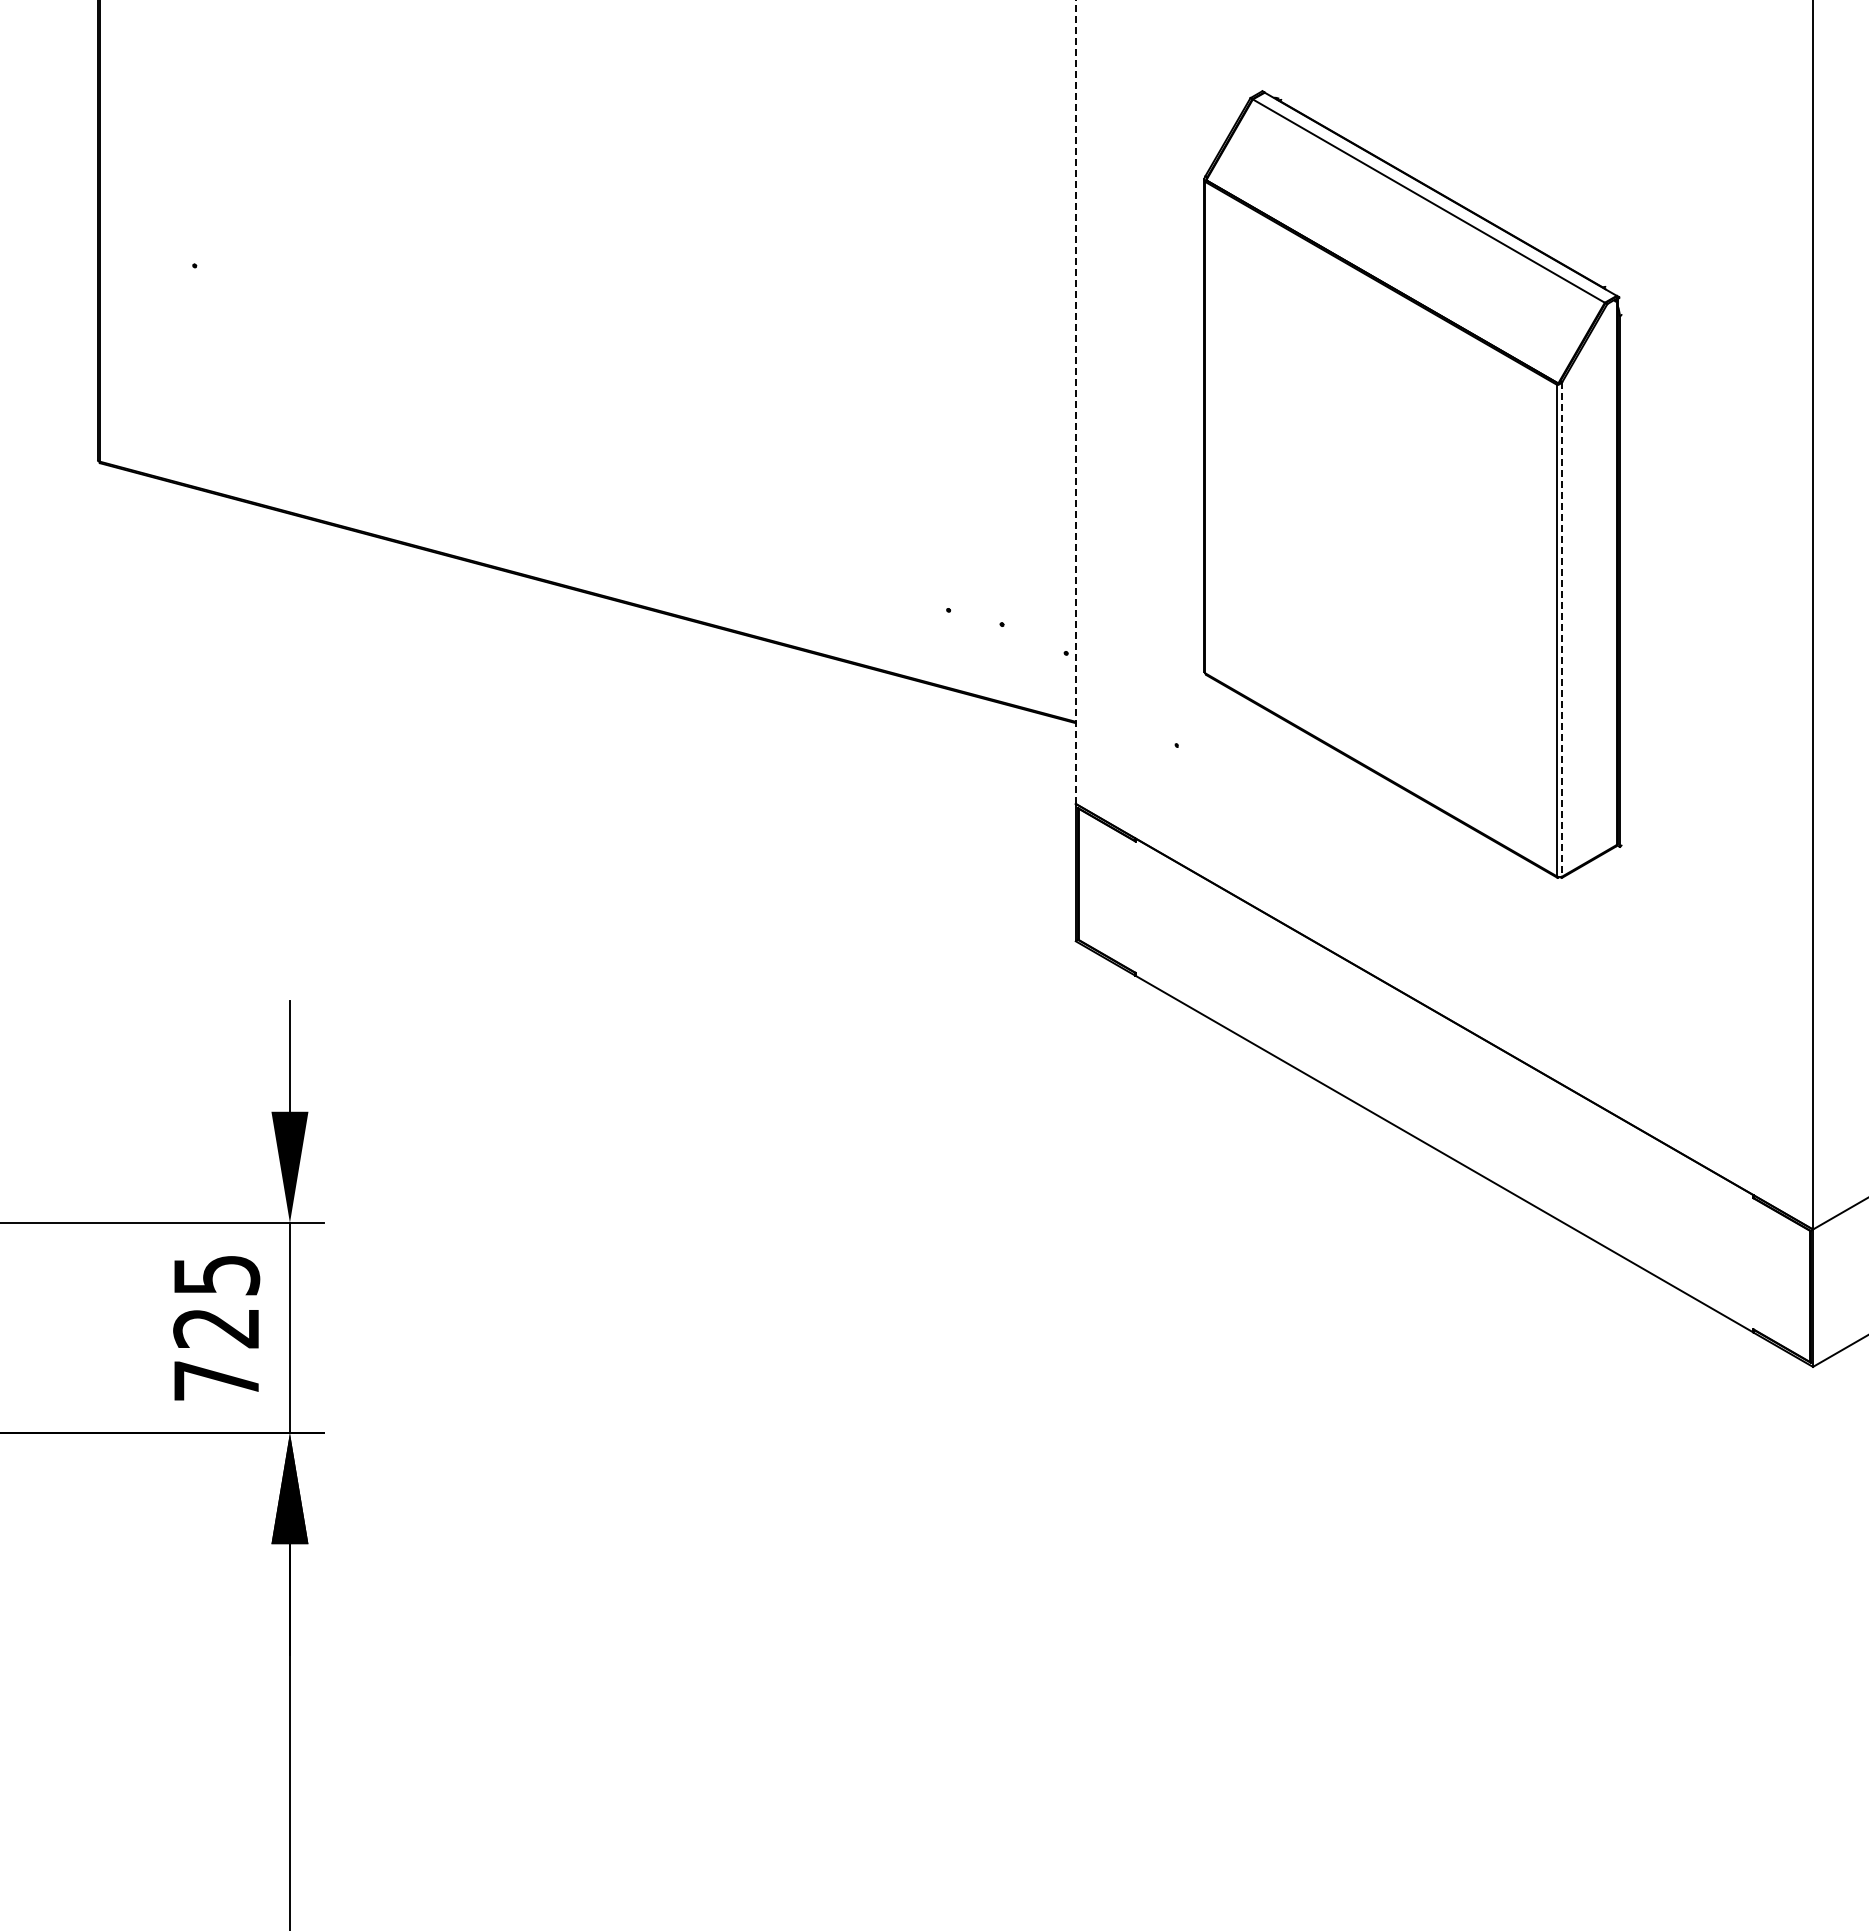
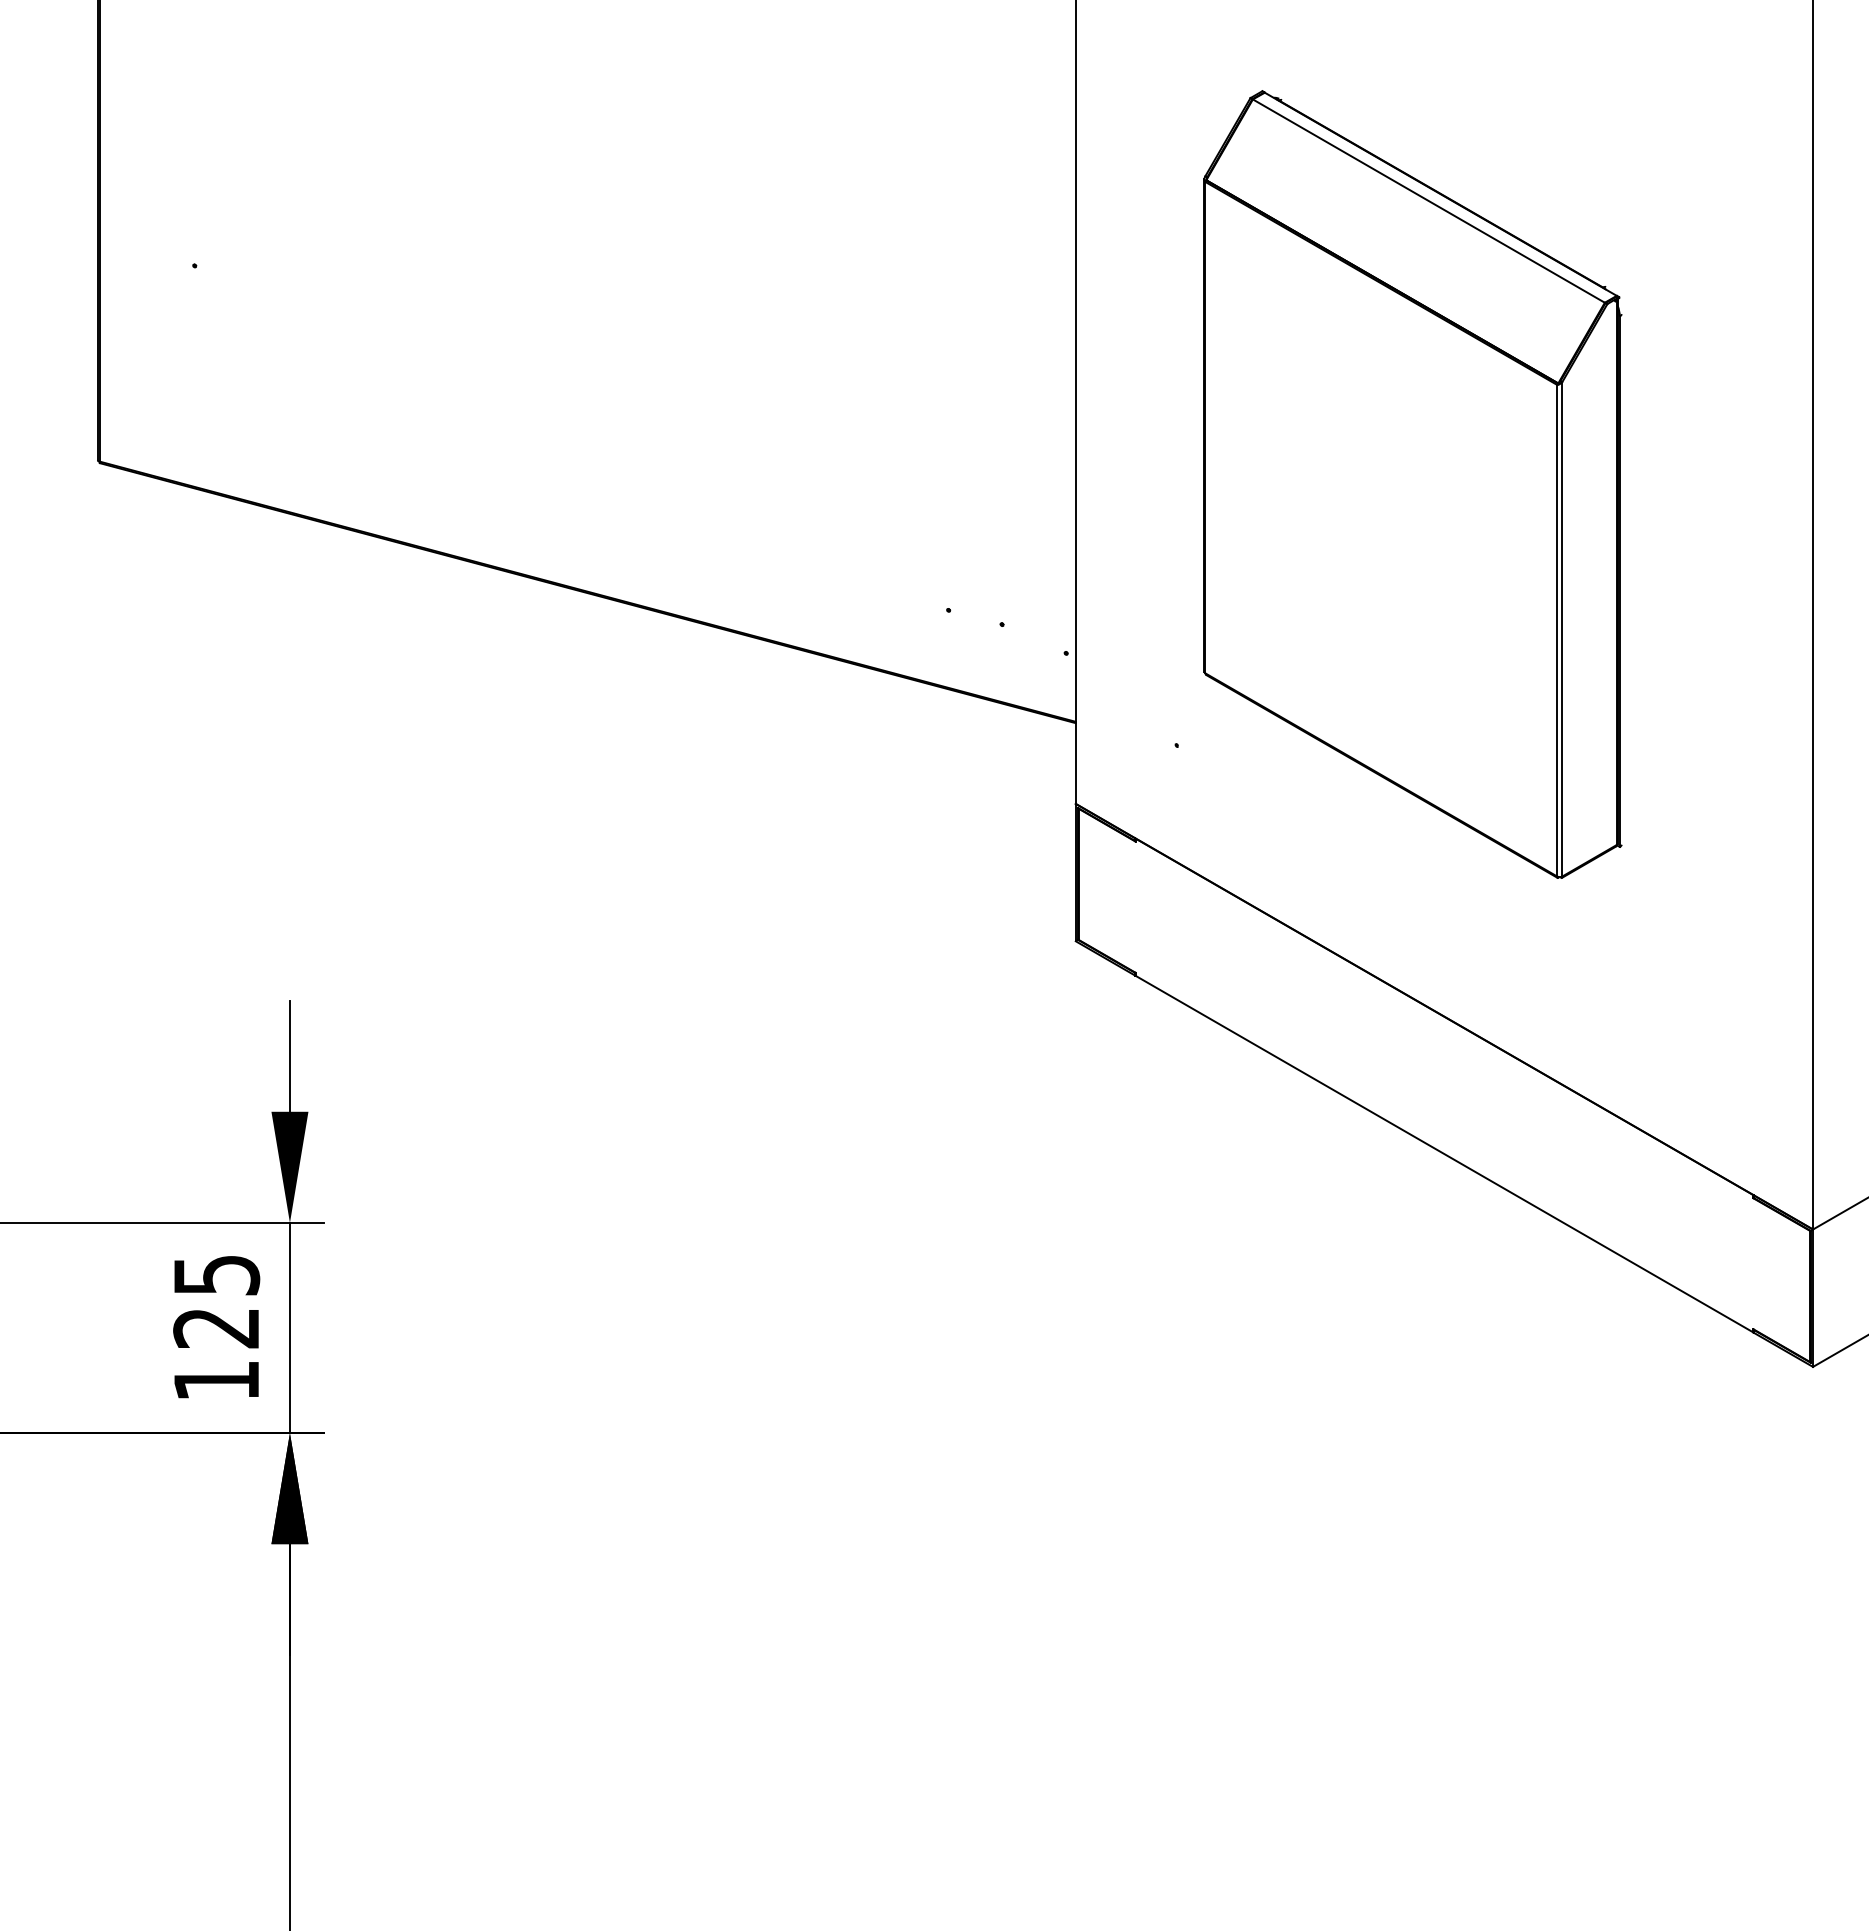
line at (1075, 402): dashed -> solid
line at (1562, 629): dashed -> solid
text at (216, 1380): 725 -> 125
